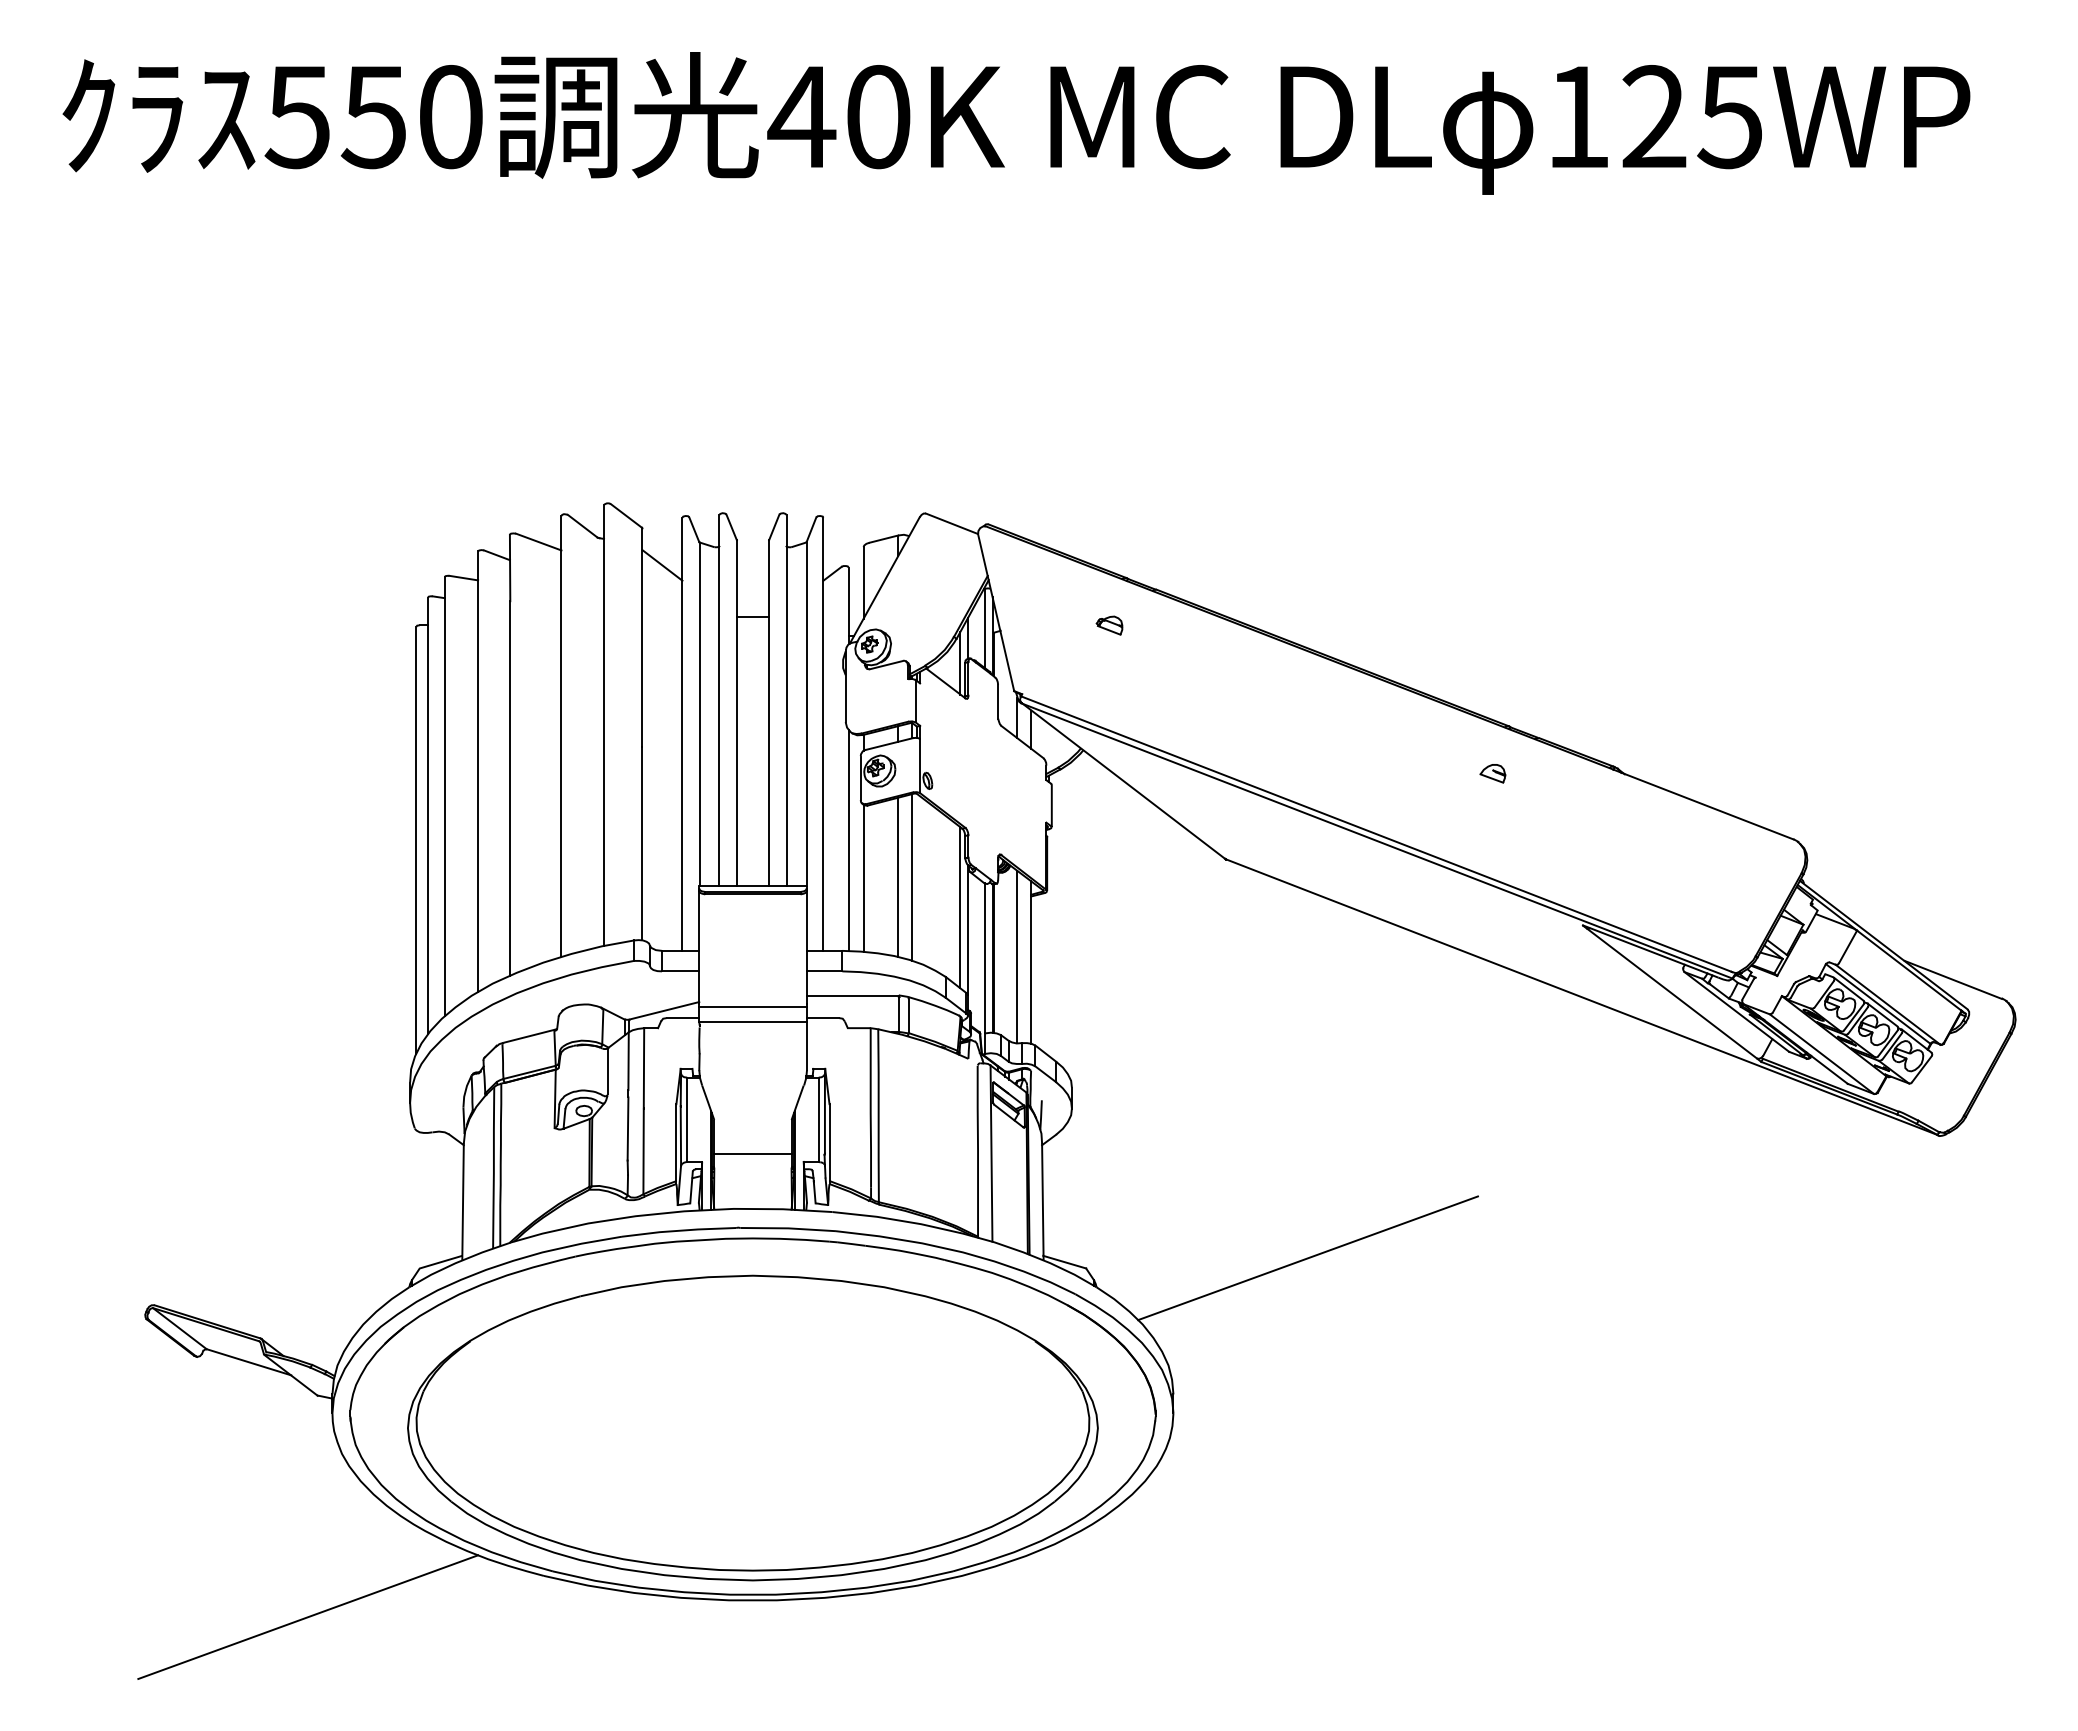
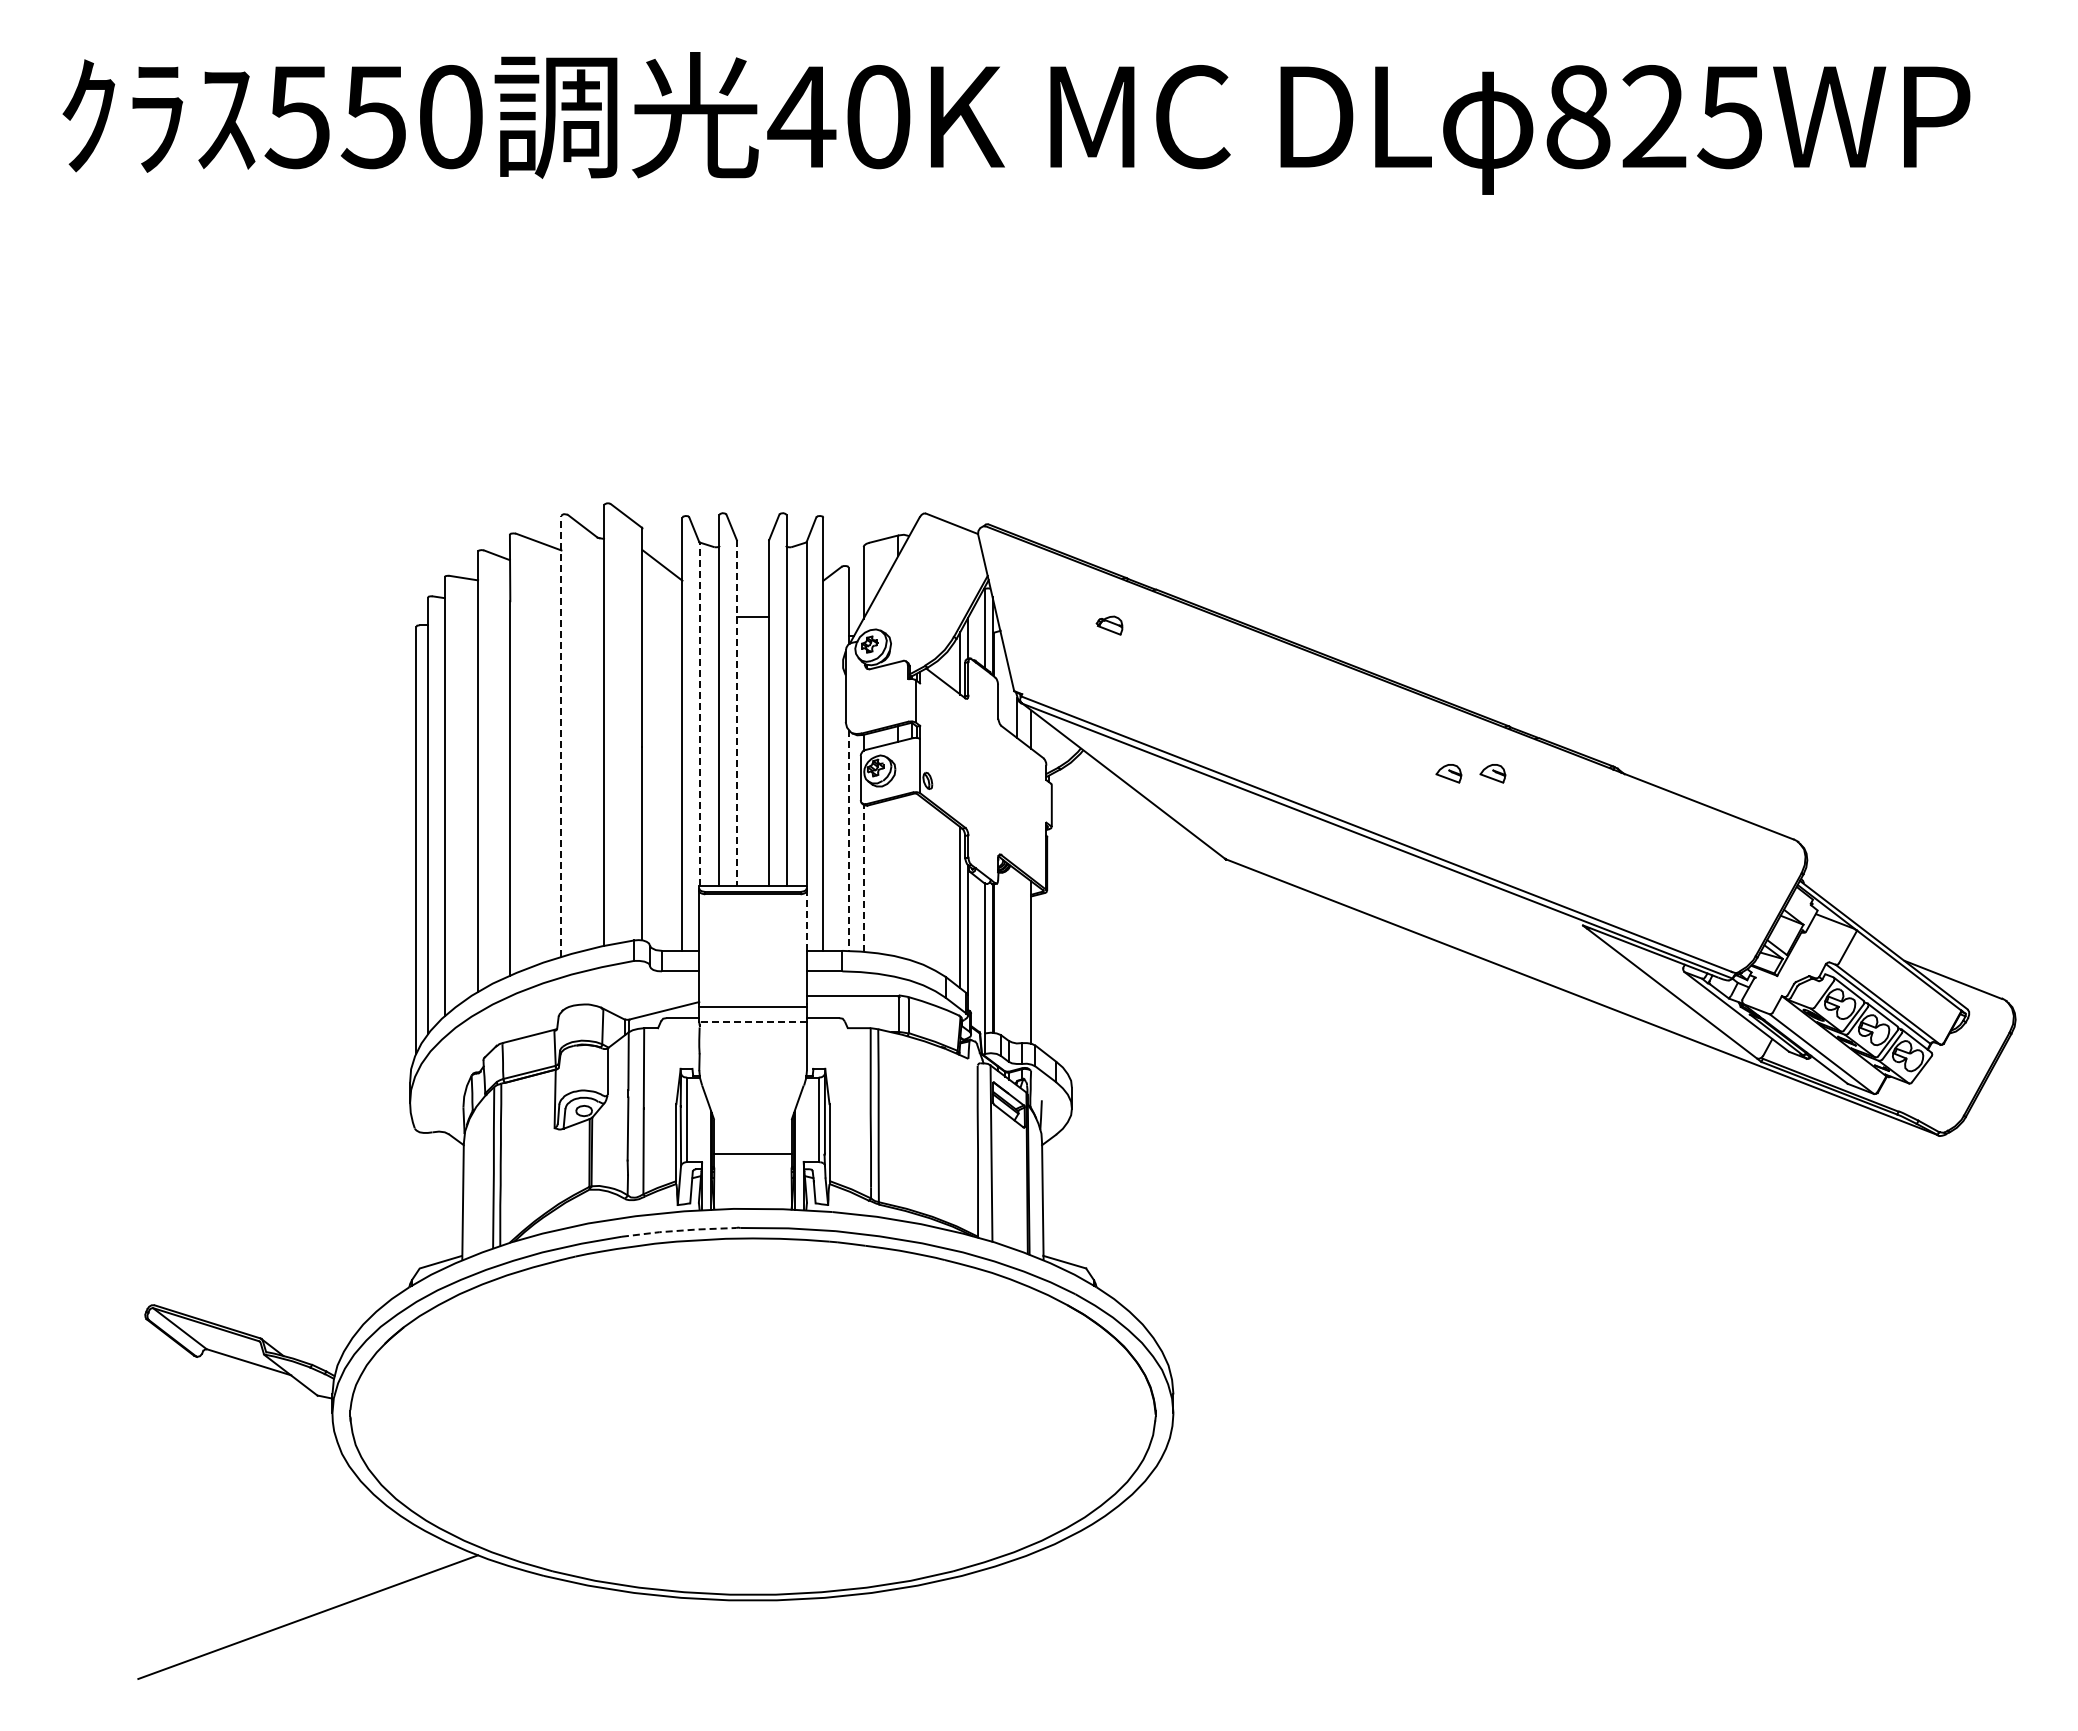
text at (1578, 117): 125WP -> 825WP
line at (736, 713): solid -> dashed
line at (700, 714): solid -> dashed
line at (561, 735): solid -> dashed
part at (1448, 773): none -> present
line at (848, 840): solid -> dashed
line at (898, 876): present -> none
line at (863, 877): solid -> dashed
line at (911, 877): present -> none
line at (806, 920): solid -> dashed
line at (1017, 956): present -> none
line at (751, 1021): solid -> dashed
line at (679, 1230): solid -> dashed
line at (1307, 1258): present -> none
part at (752, 1427): present -> none
